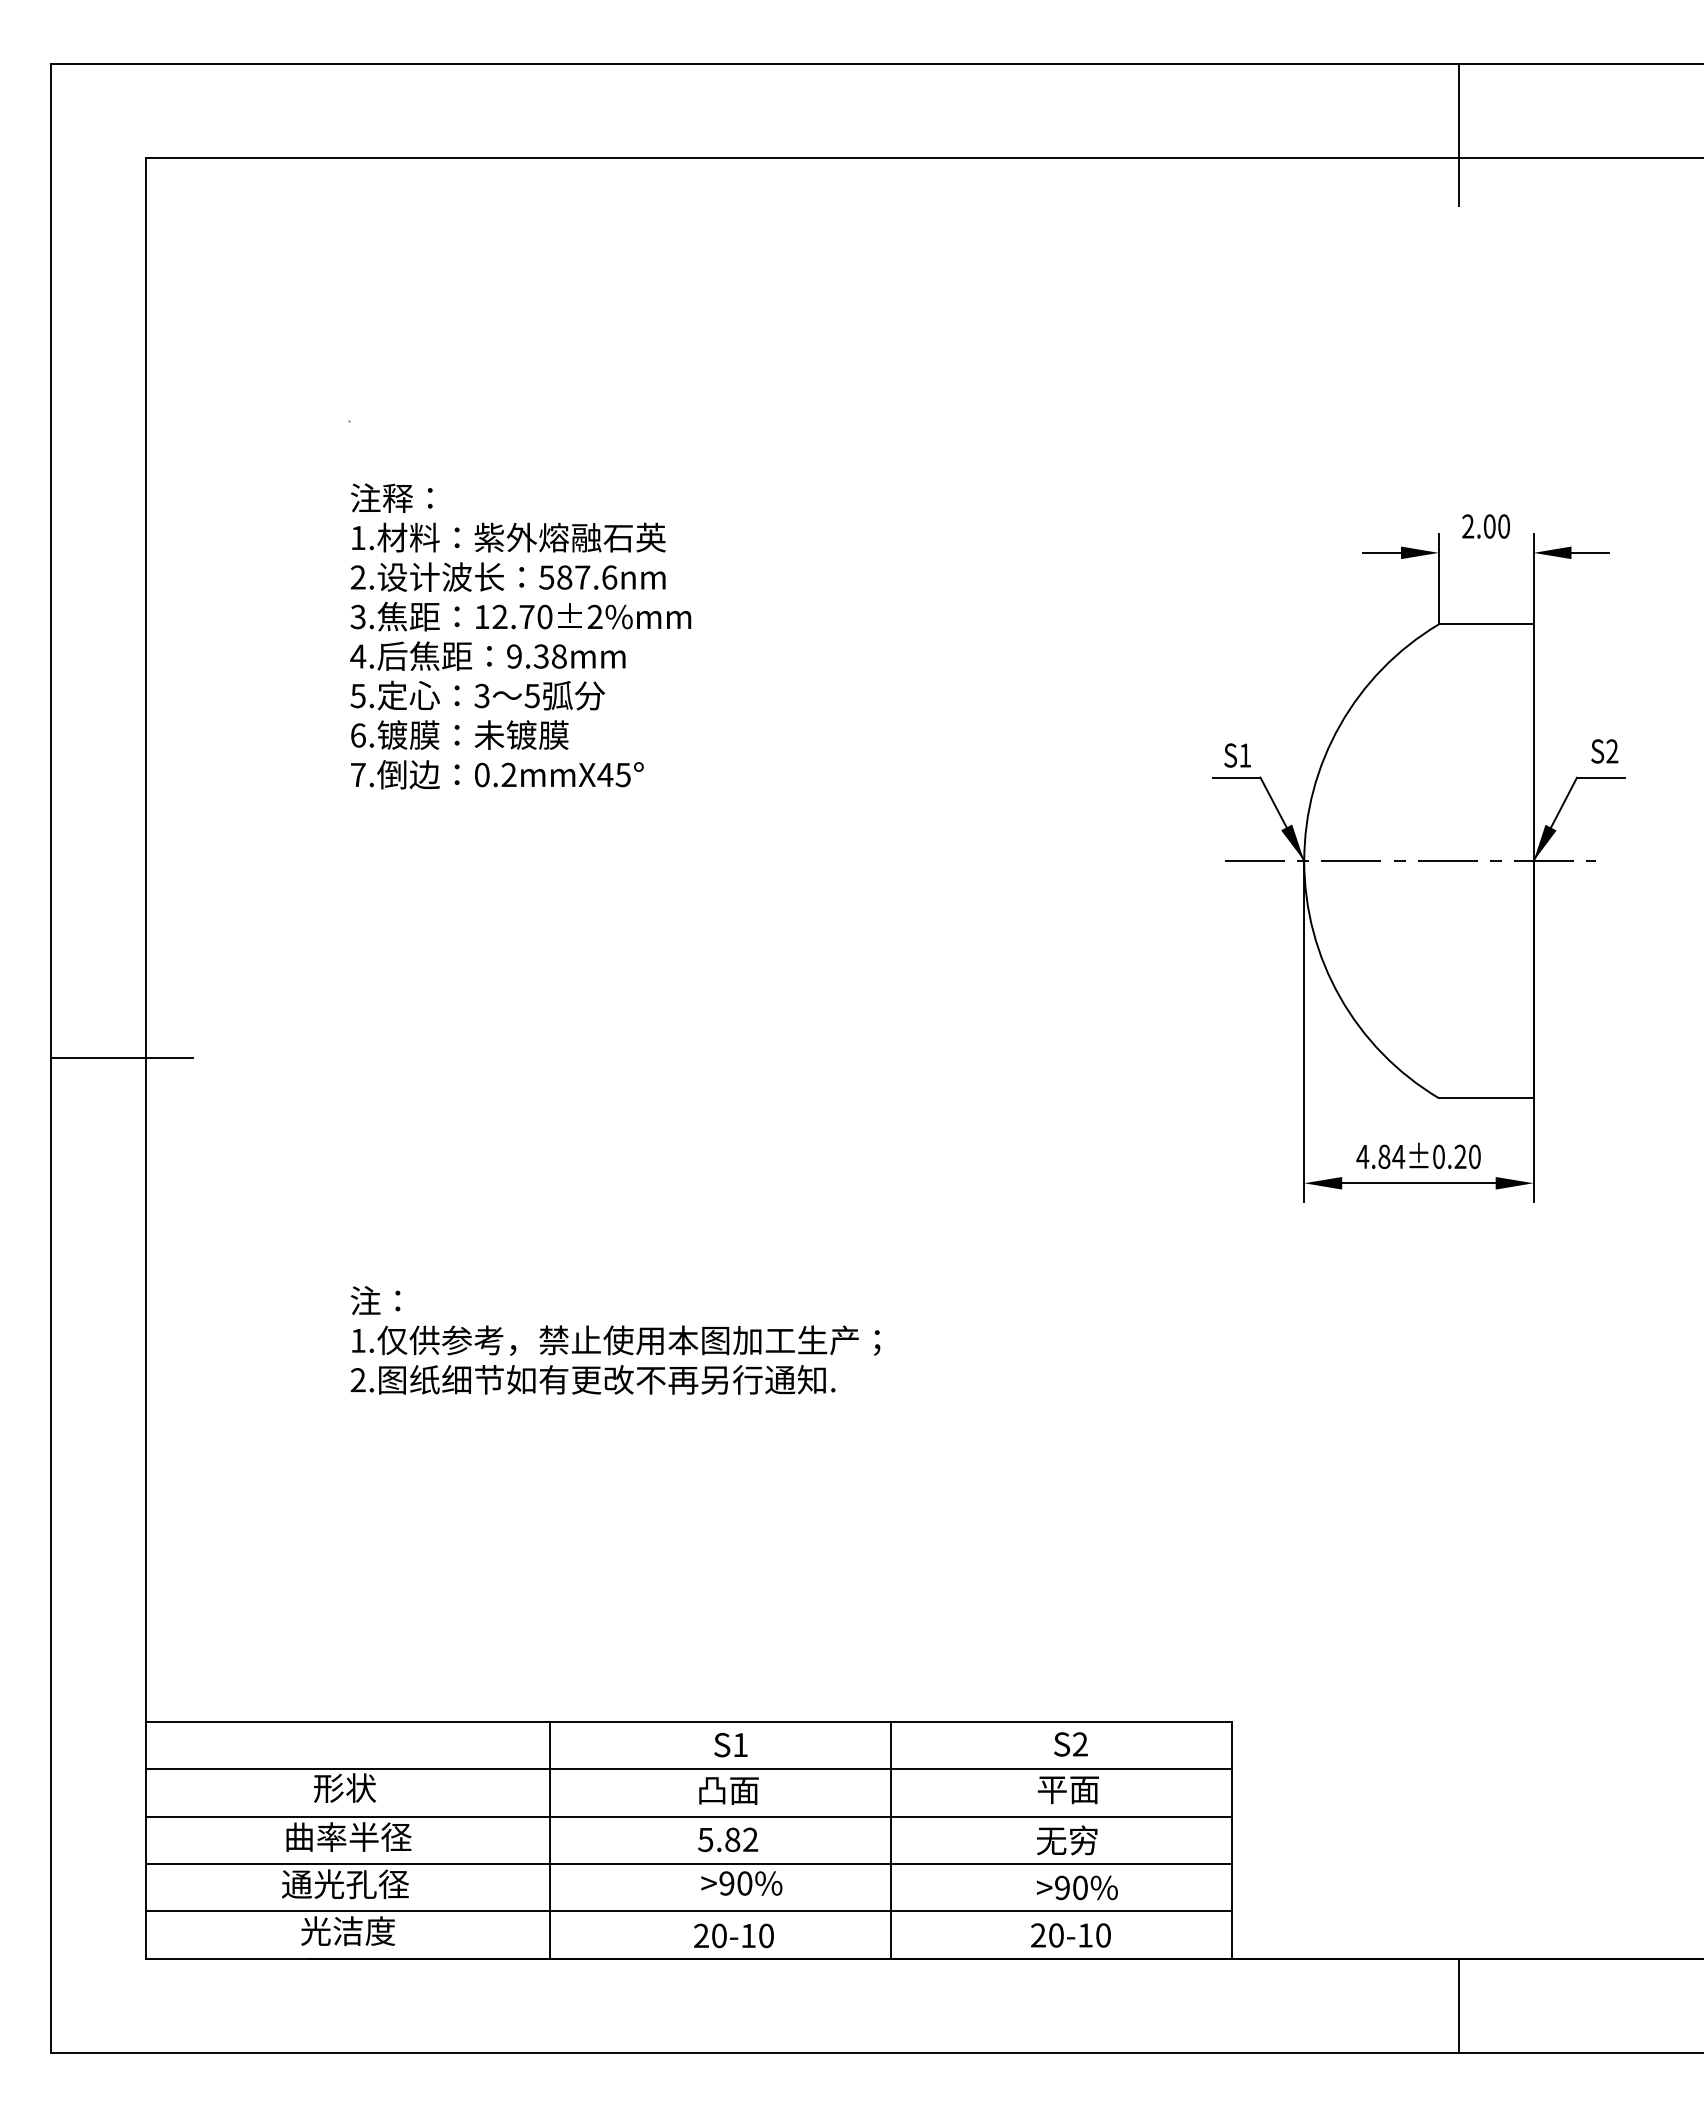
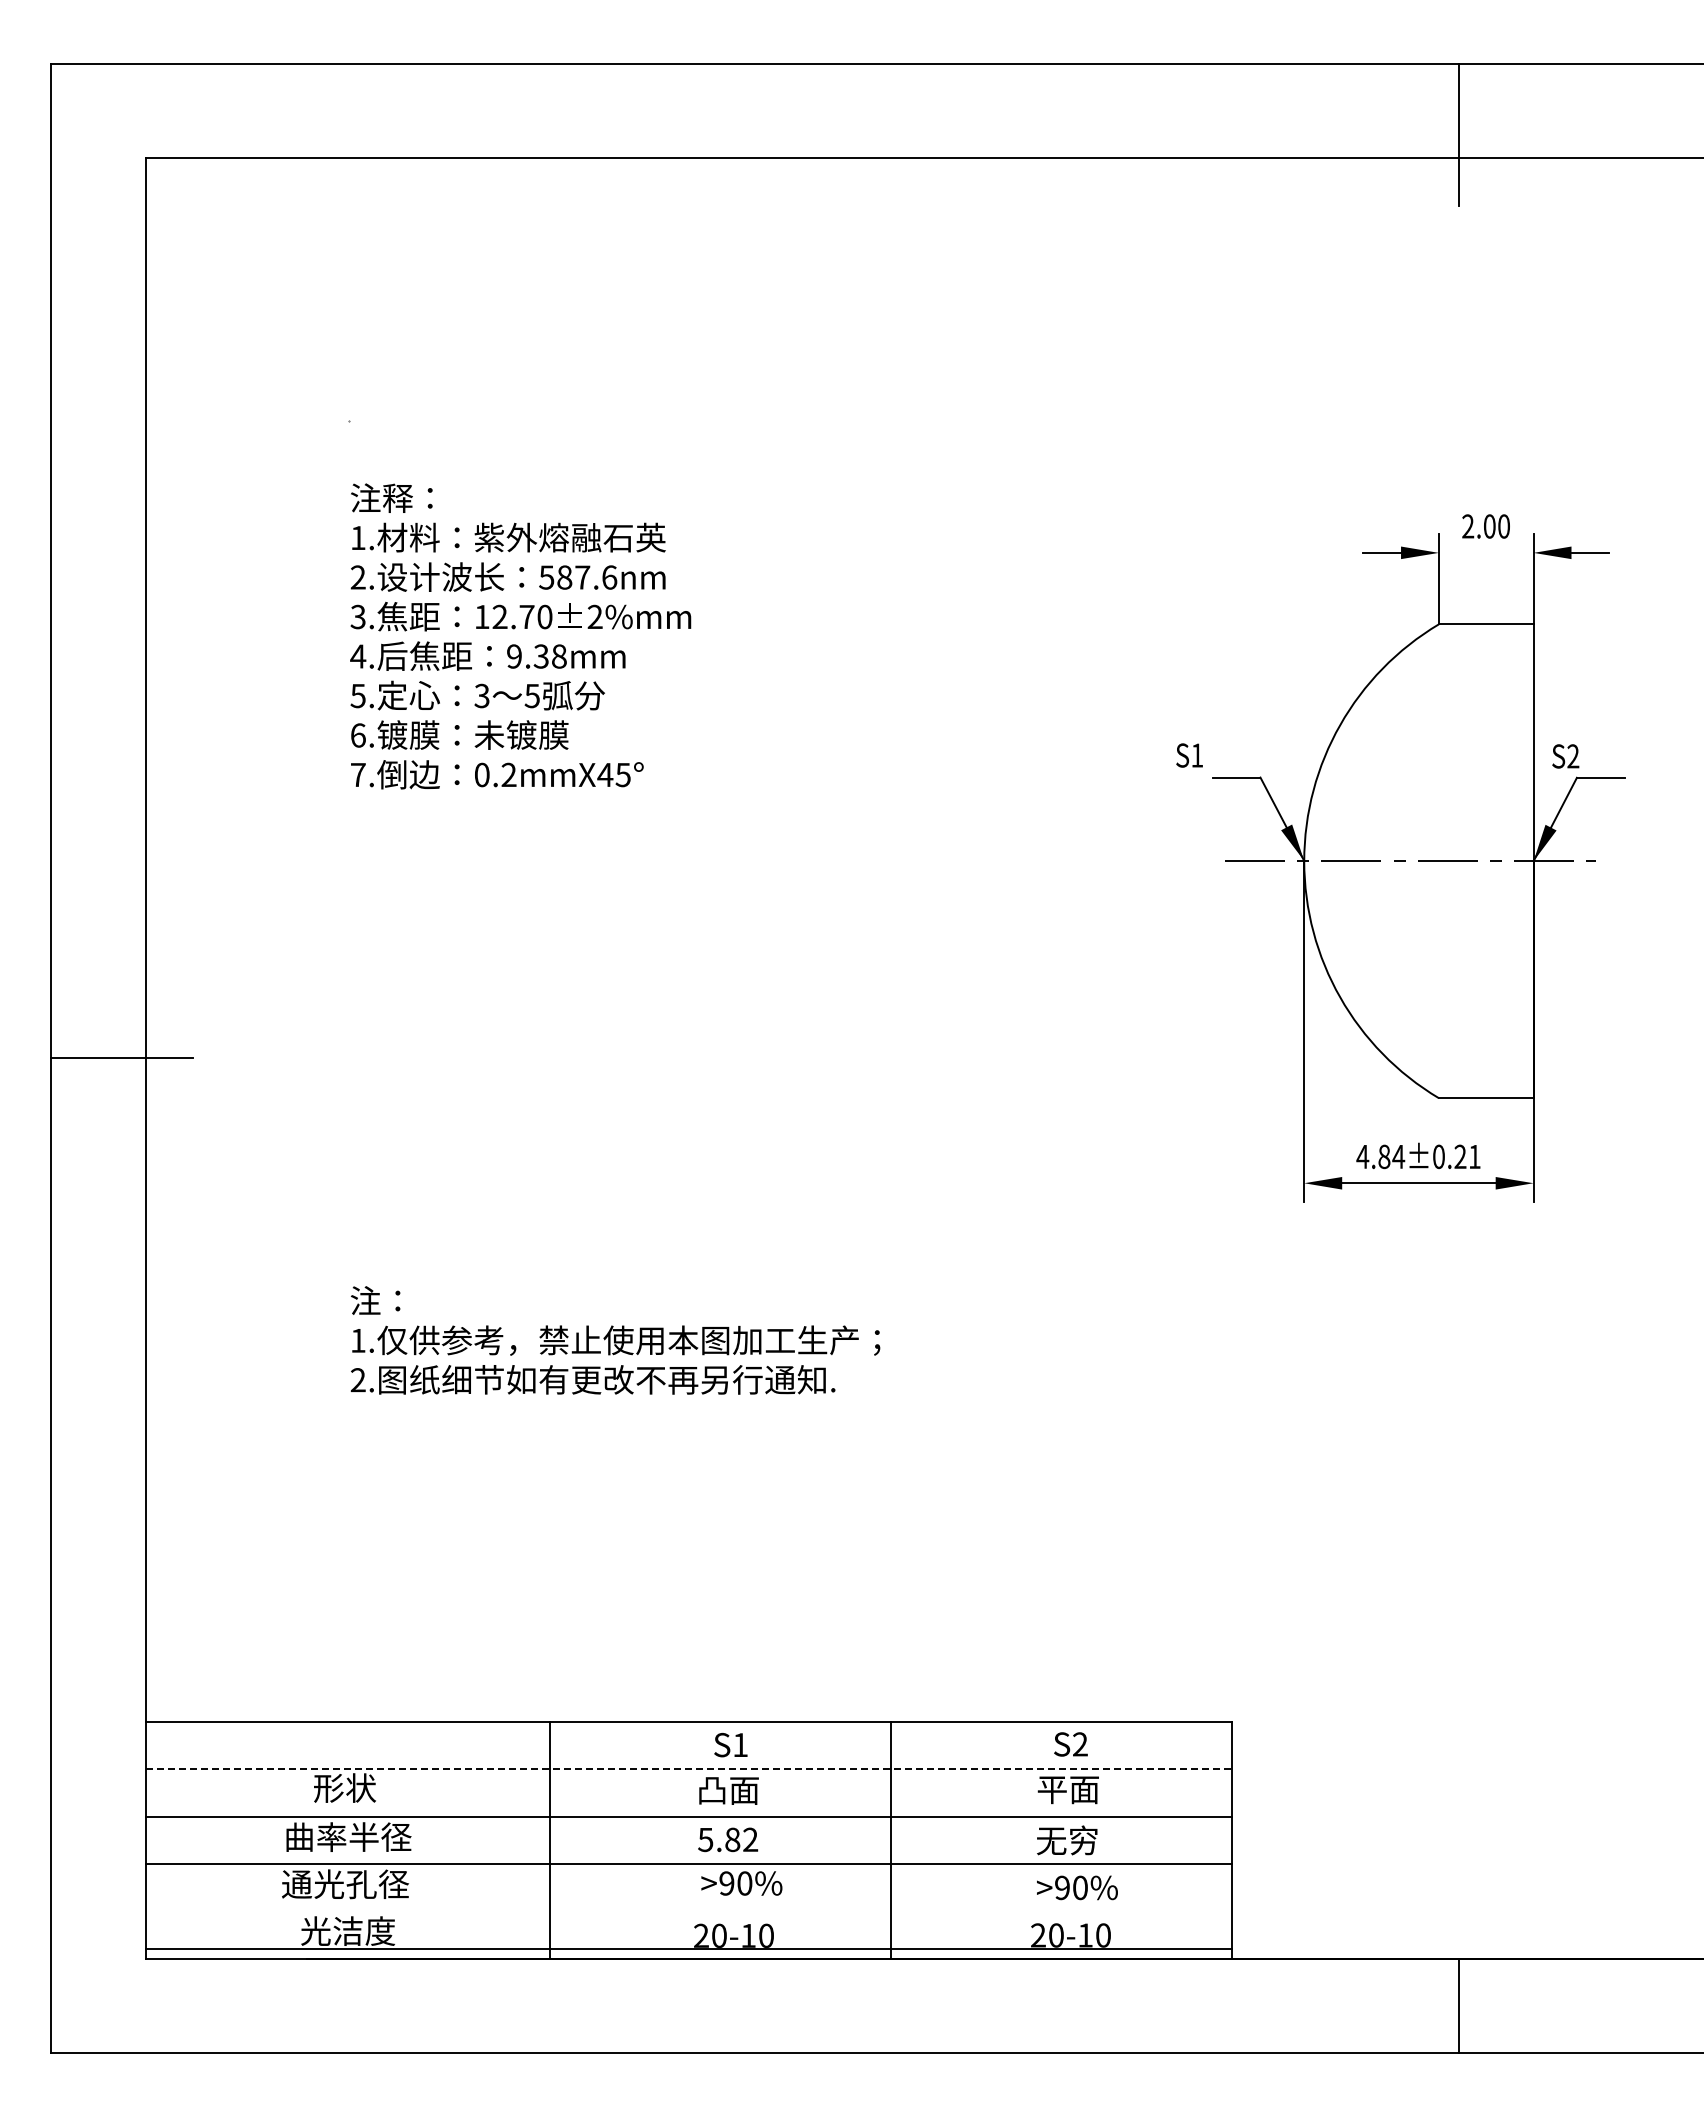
text at (1604, 751) position: (1604, 751) -> (1565, 756)
text at (1237, 755) position: (1237, 755) -> (1189, 755)
text at (1474, 1156): 4.84±0.20 -> 4.84±0.21
line at (689, 1769): solid -> dashed
line at (689, 1911) position: (689, 1911) -> (689, 1949)
